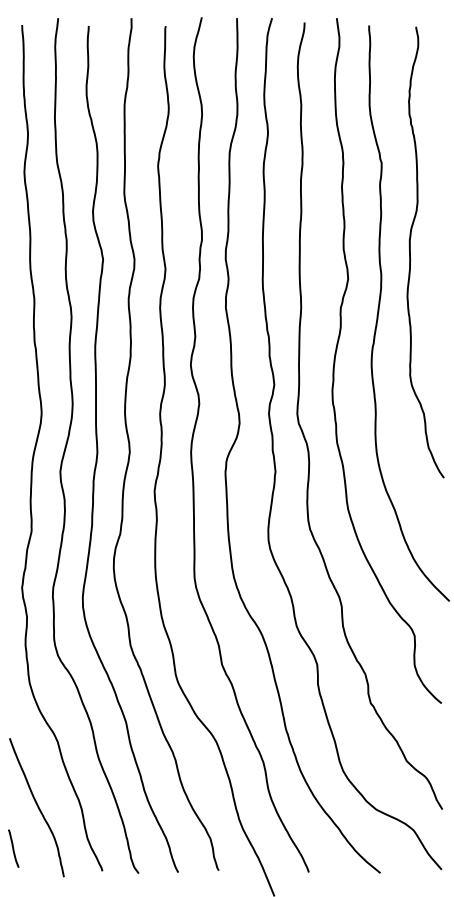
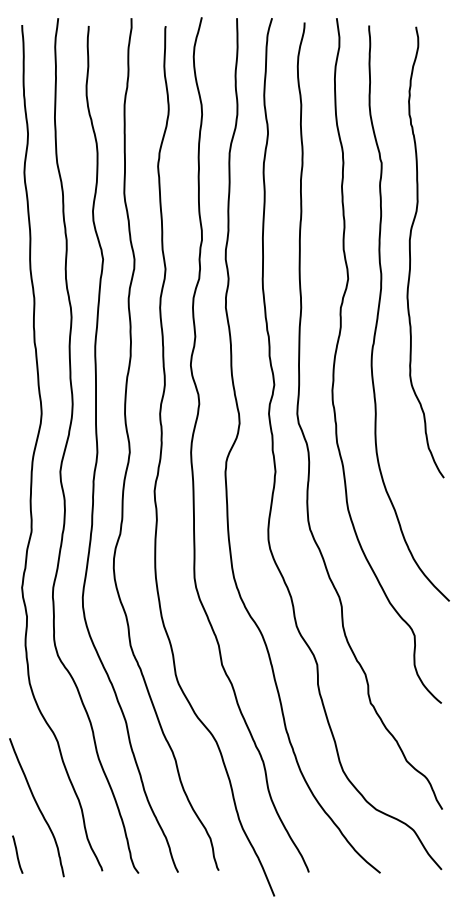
line at (13, 848) position: (13, 848) -> (17, 854)
